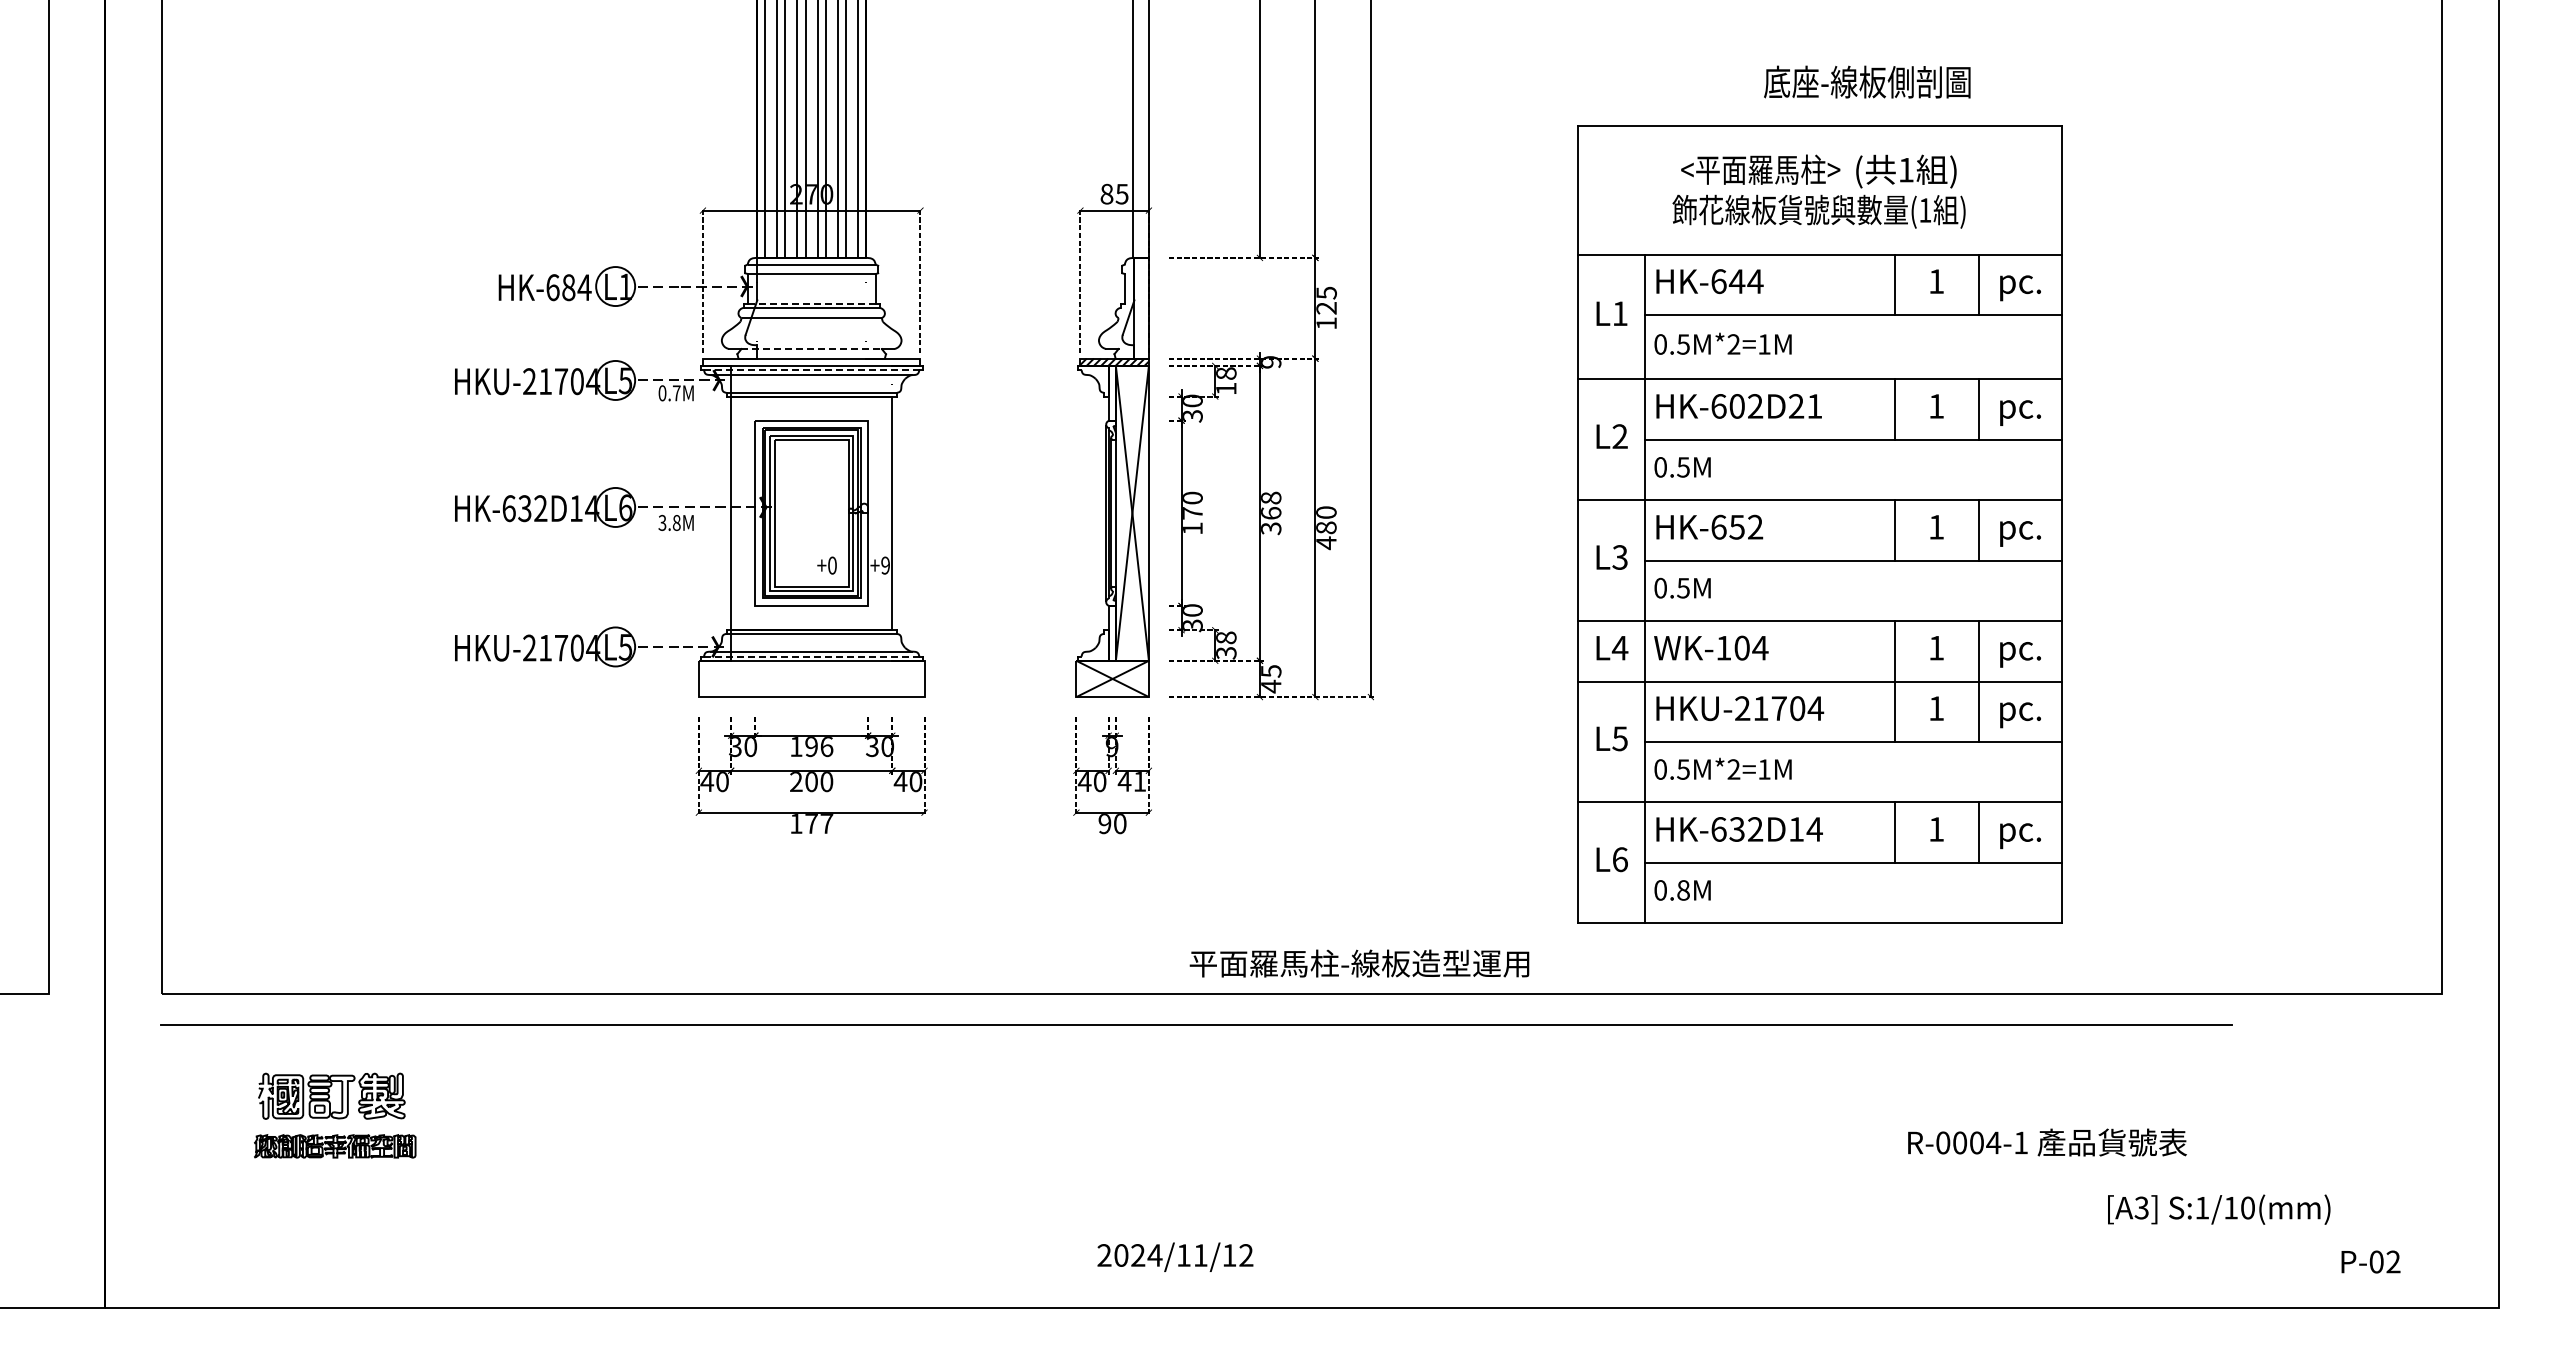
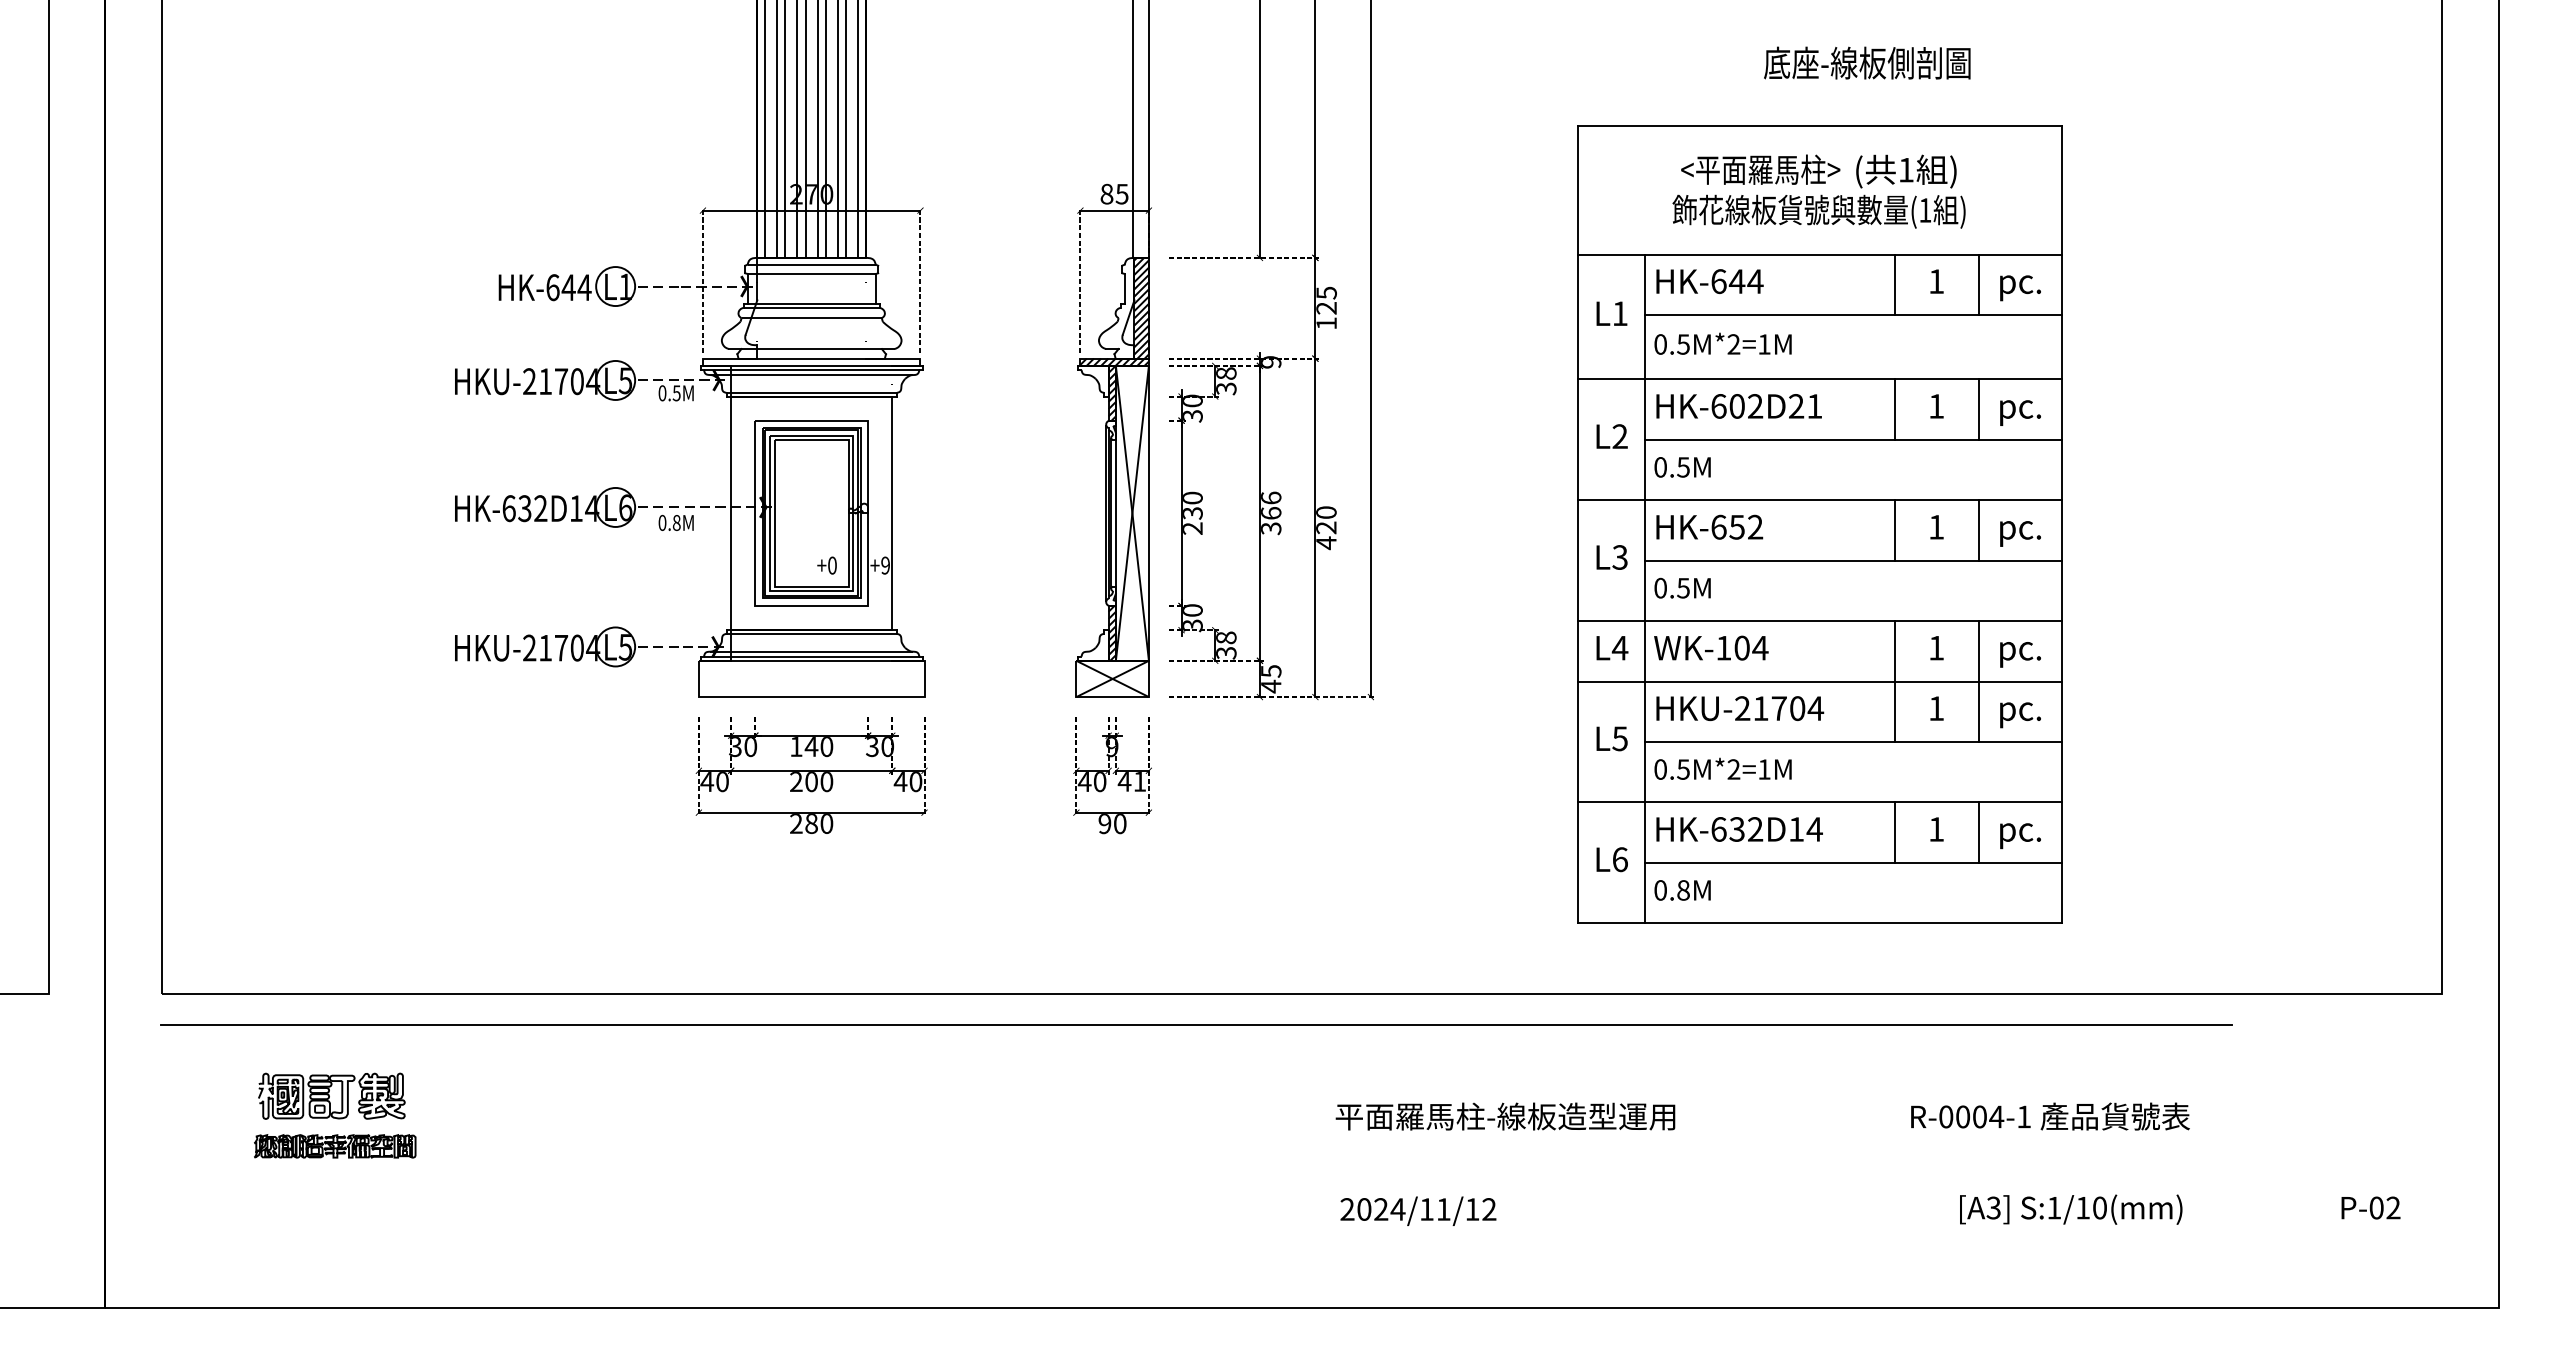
text at (1867, 81) position: (1867, 81) -> (1867, 62)
text at (568, 287): HK-684 -> HK-644
line at (812, 303): dashed -> solid
hatch at (1141, 307): none -> present
line at (812, 349): dashed -> solid
line at (811, 370): dashed -> solid
text at (1226, 388): 18 -> 38
hatch at (1111, 392): none -> present
text at (676, 393): 0.7M -> 0.5M
text at (1271, 497): 368 -> 366
text at (1192, 520): 170 -> 230
text at (662, 522): 3.8M -> 0.8M
text at (1326, 527): 480 -> 420
hatch at (1111, 633): none -> present
line at (811, 656): dashed -> solid
text at (818, 747): 196 -> 140
text at (811, 823): 177 -> 280
text at (1359, 963) position: (1359, 963) -> (1505, 1116)
text at (2047, 1142) position: (2047, 1142) -> (2050, 1116)
text at (2219, 1209) position: (2219, 1209) -> (2071, 1209)
text at (1175, 1256) position: (1175, 1256) -> (1418, 1210)
text at (2370, 1261) position: (2370, 1261) -> (2370, 1207)
